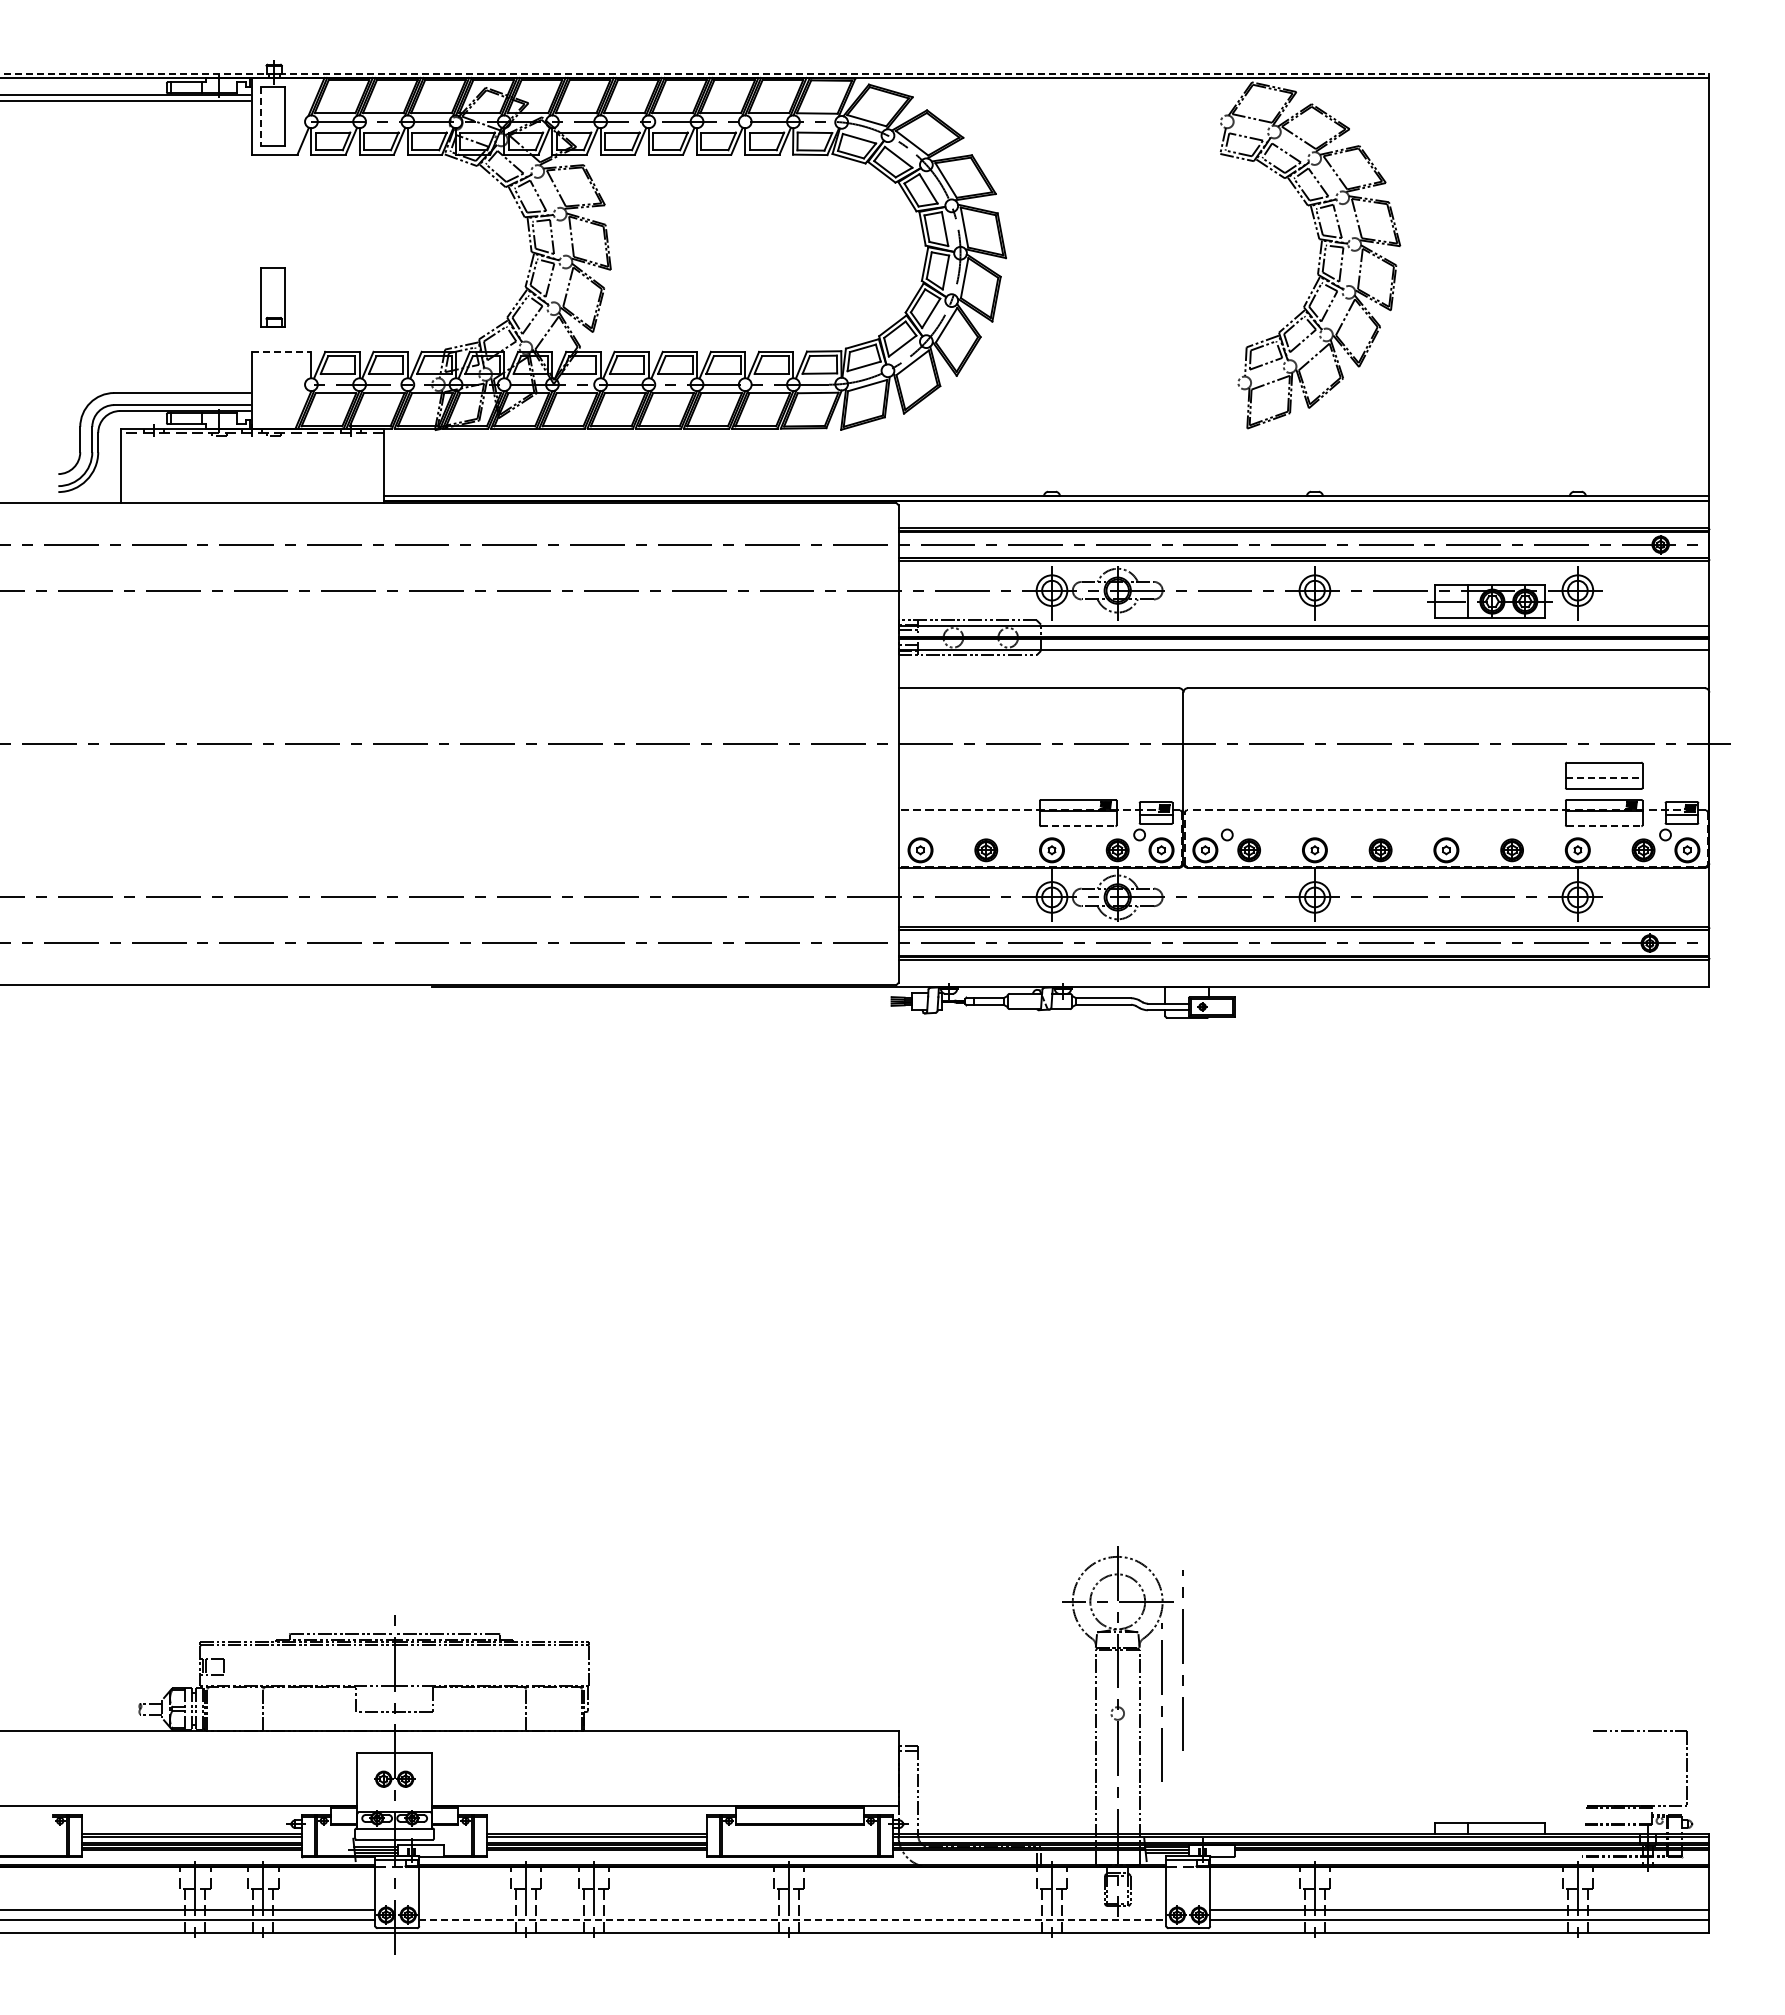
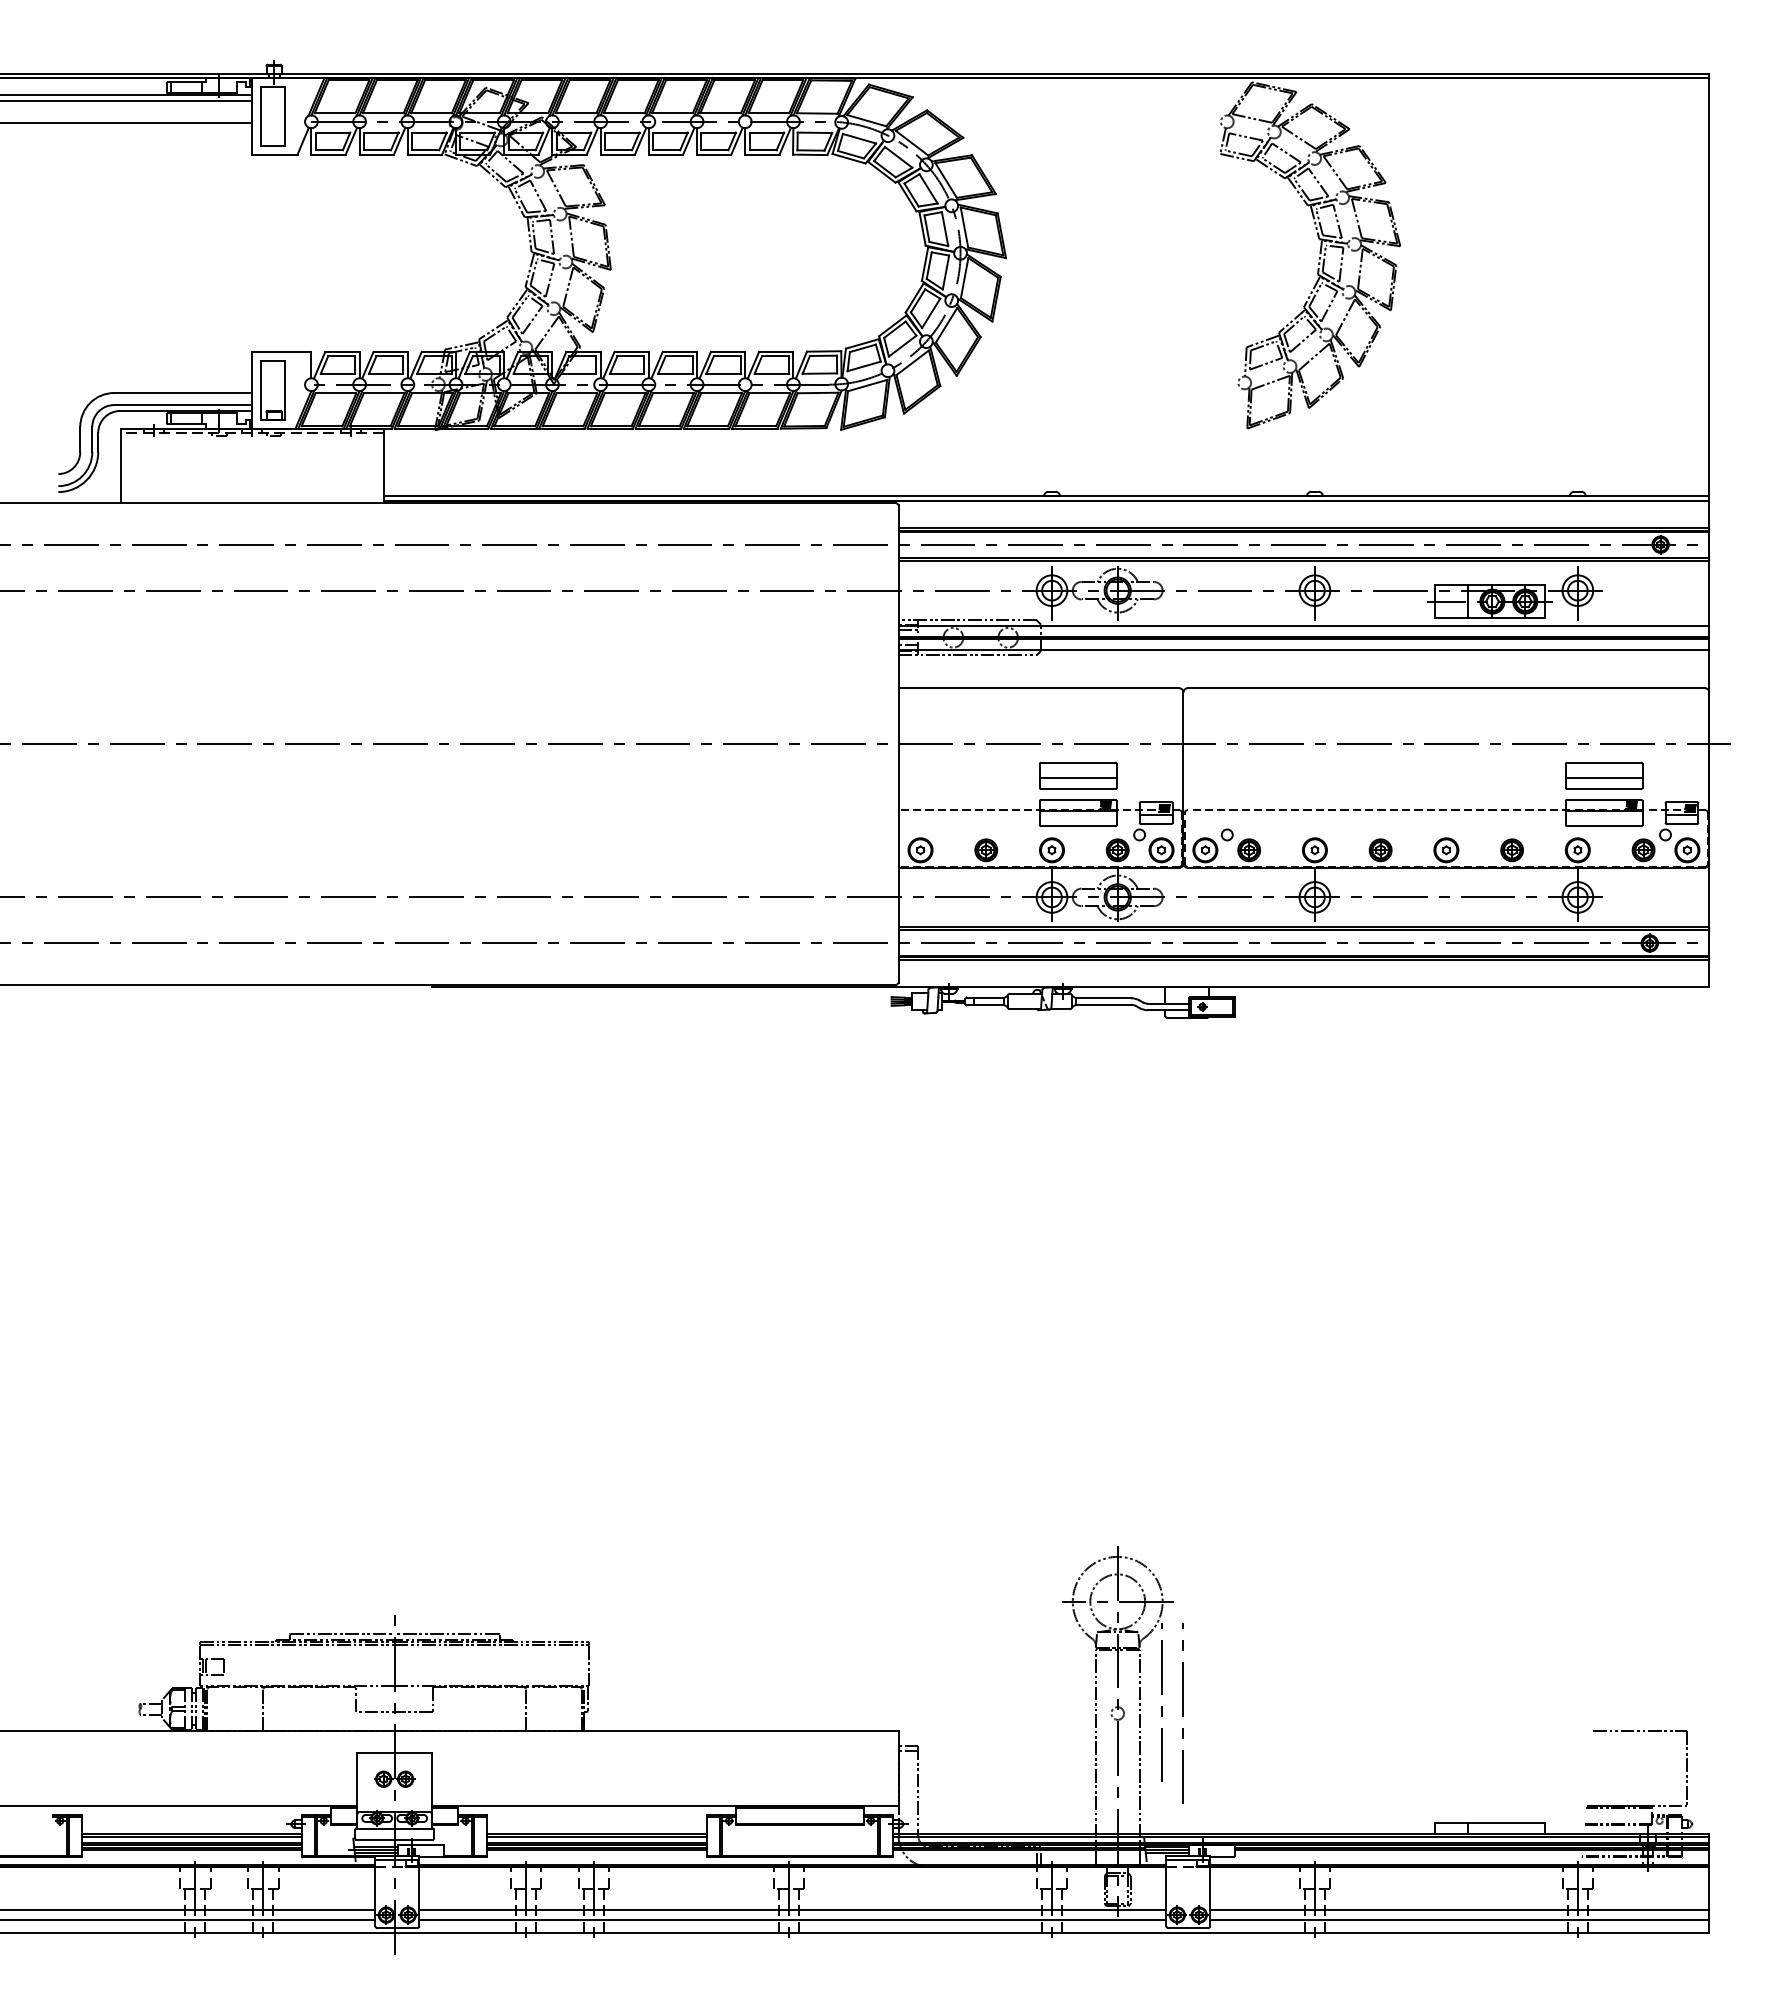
line at (855, 73): dashed -> solid
line at (261, 116): dashed -> solid
line at (126, 123): none -> present
part at (272, 297) position: (272, 297) -> (272, 390)
line at (281, 351): dashed -> solid
part at (1078, 775): none -> present
line at (1604, 778): dashed -> solid
line at (1078, 826): dashed -> solid
line at (1604, 826): dashed -> solid
line at (1182, 1660) position: (1182, 1660) -> (1182, 1713)
line at (792, 1910): none -> present
line at (792, 1920): dashed -> solid
